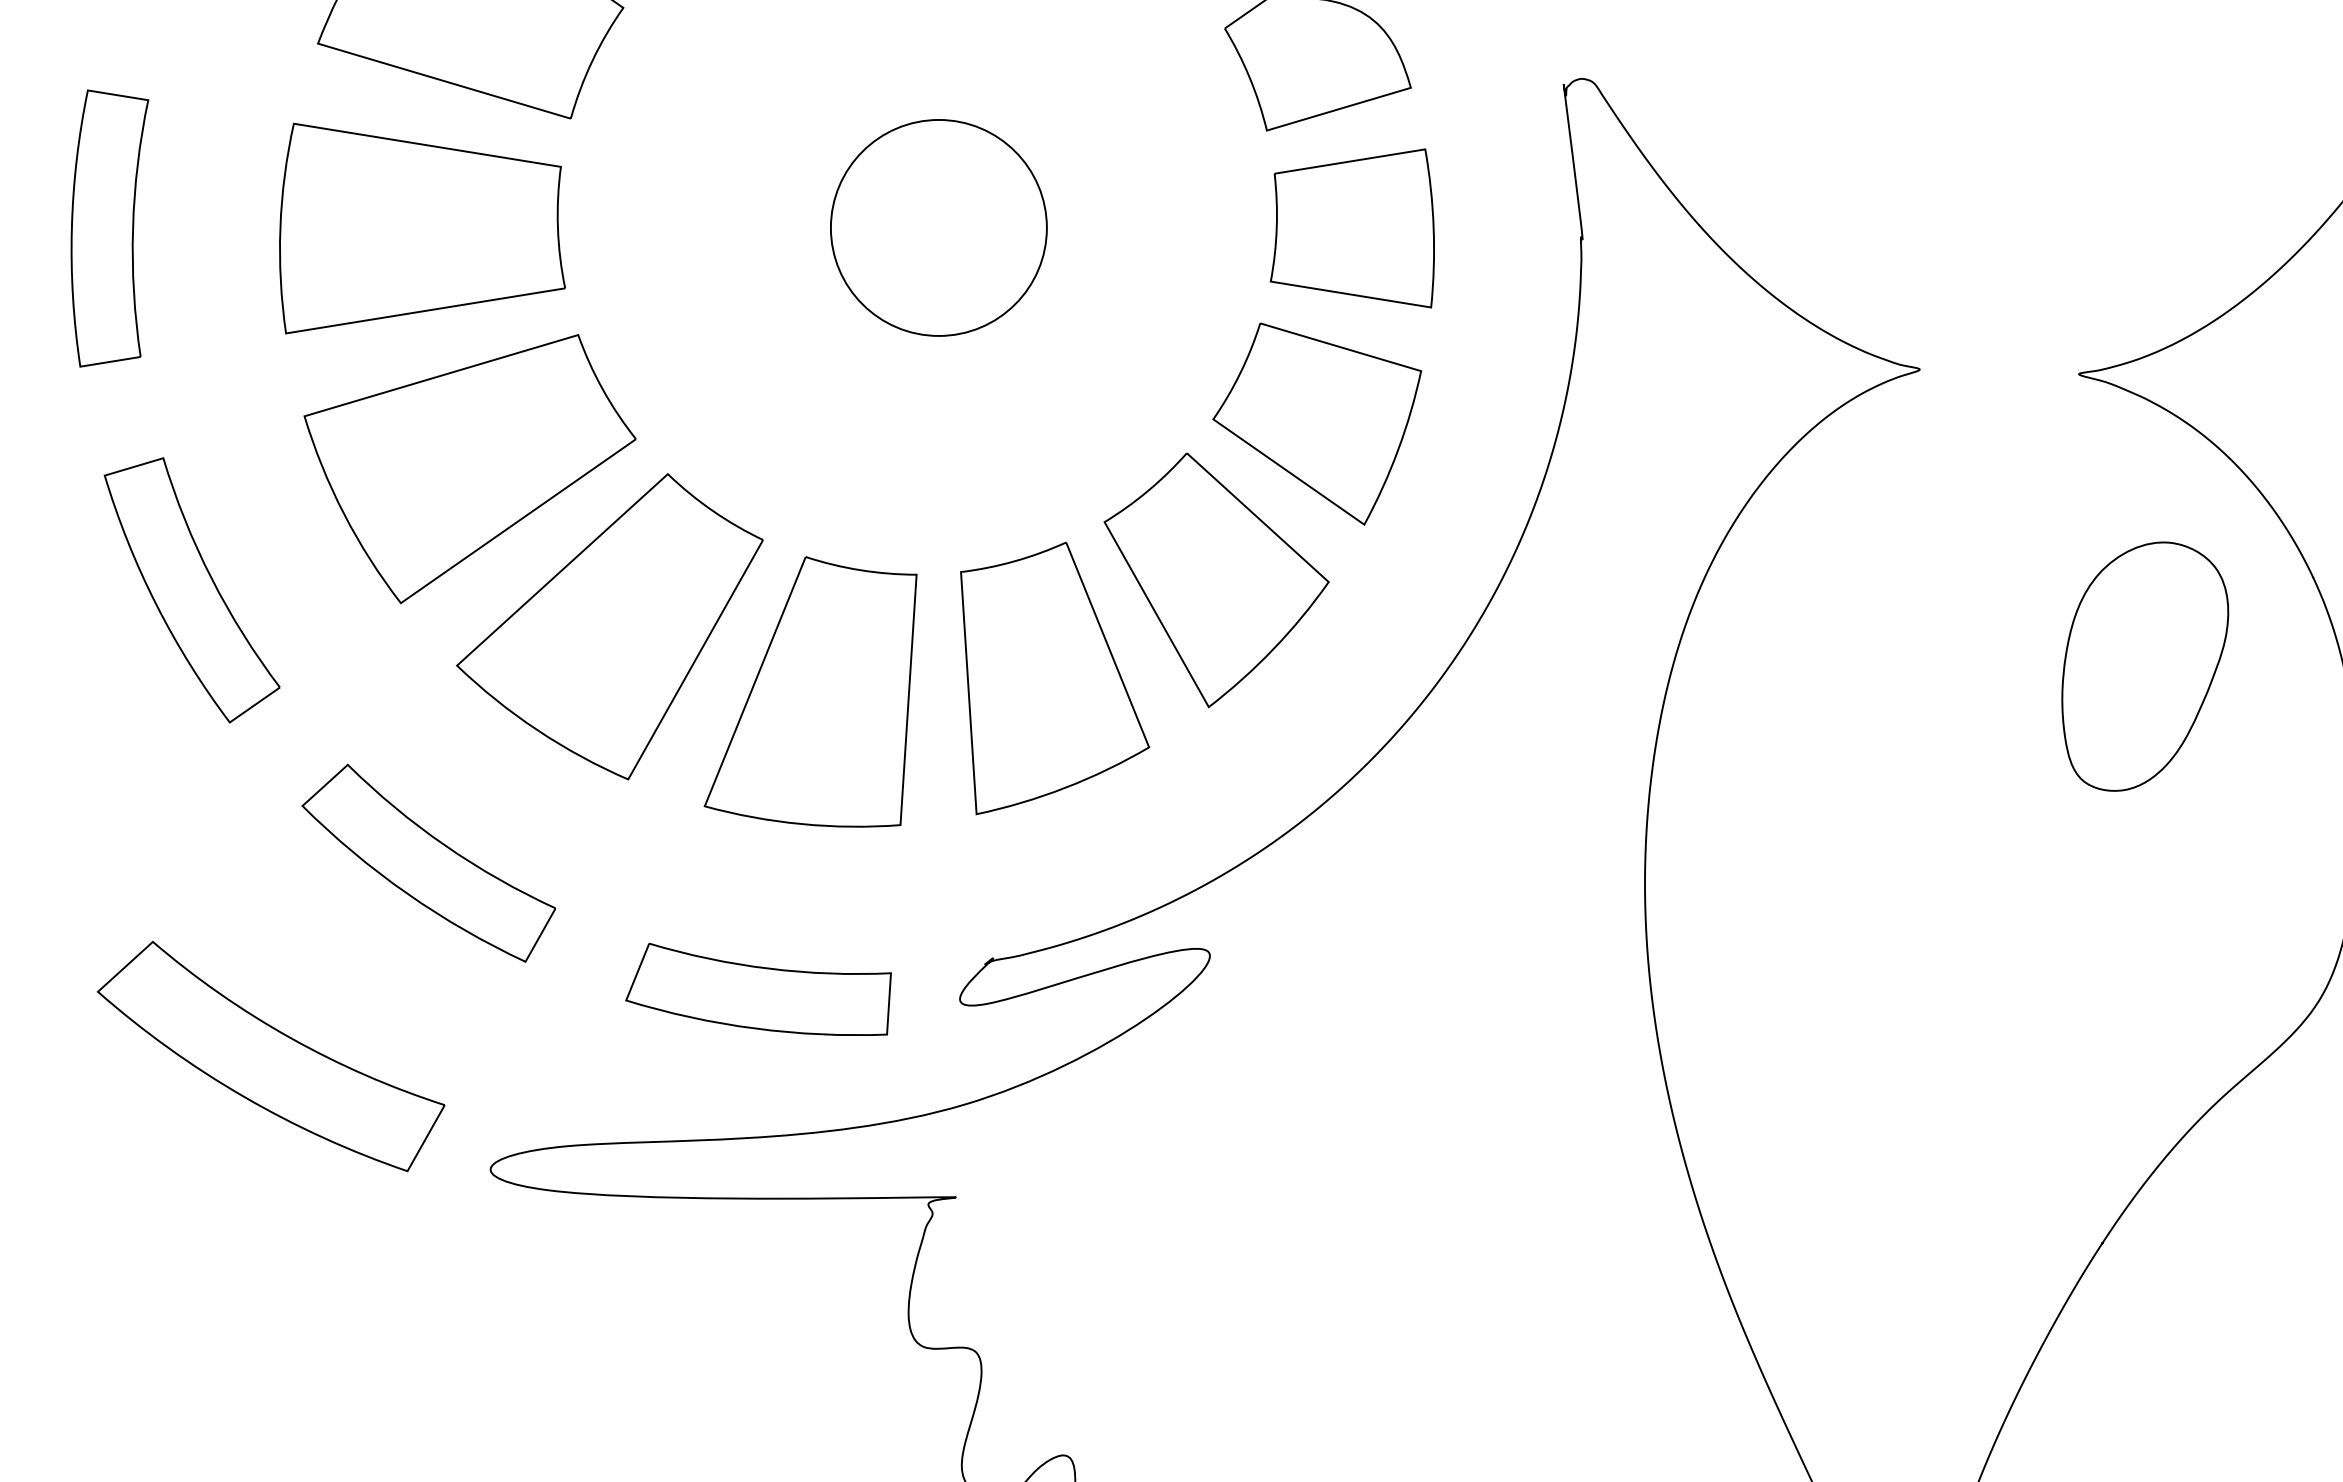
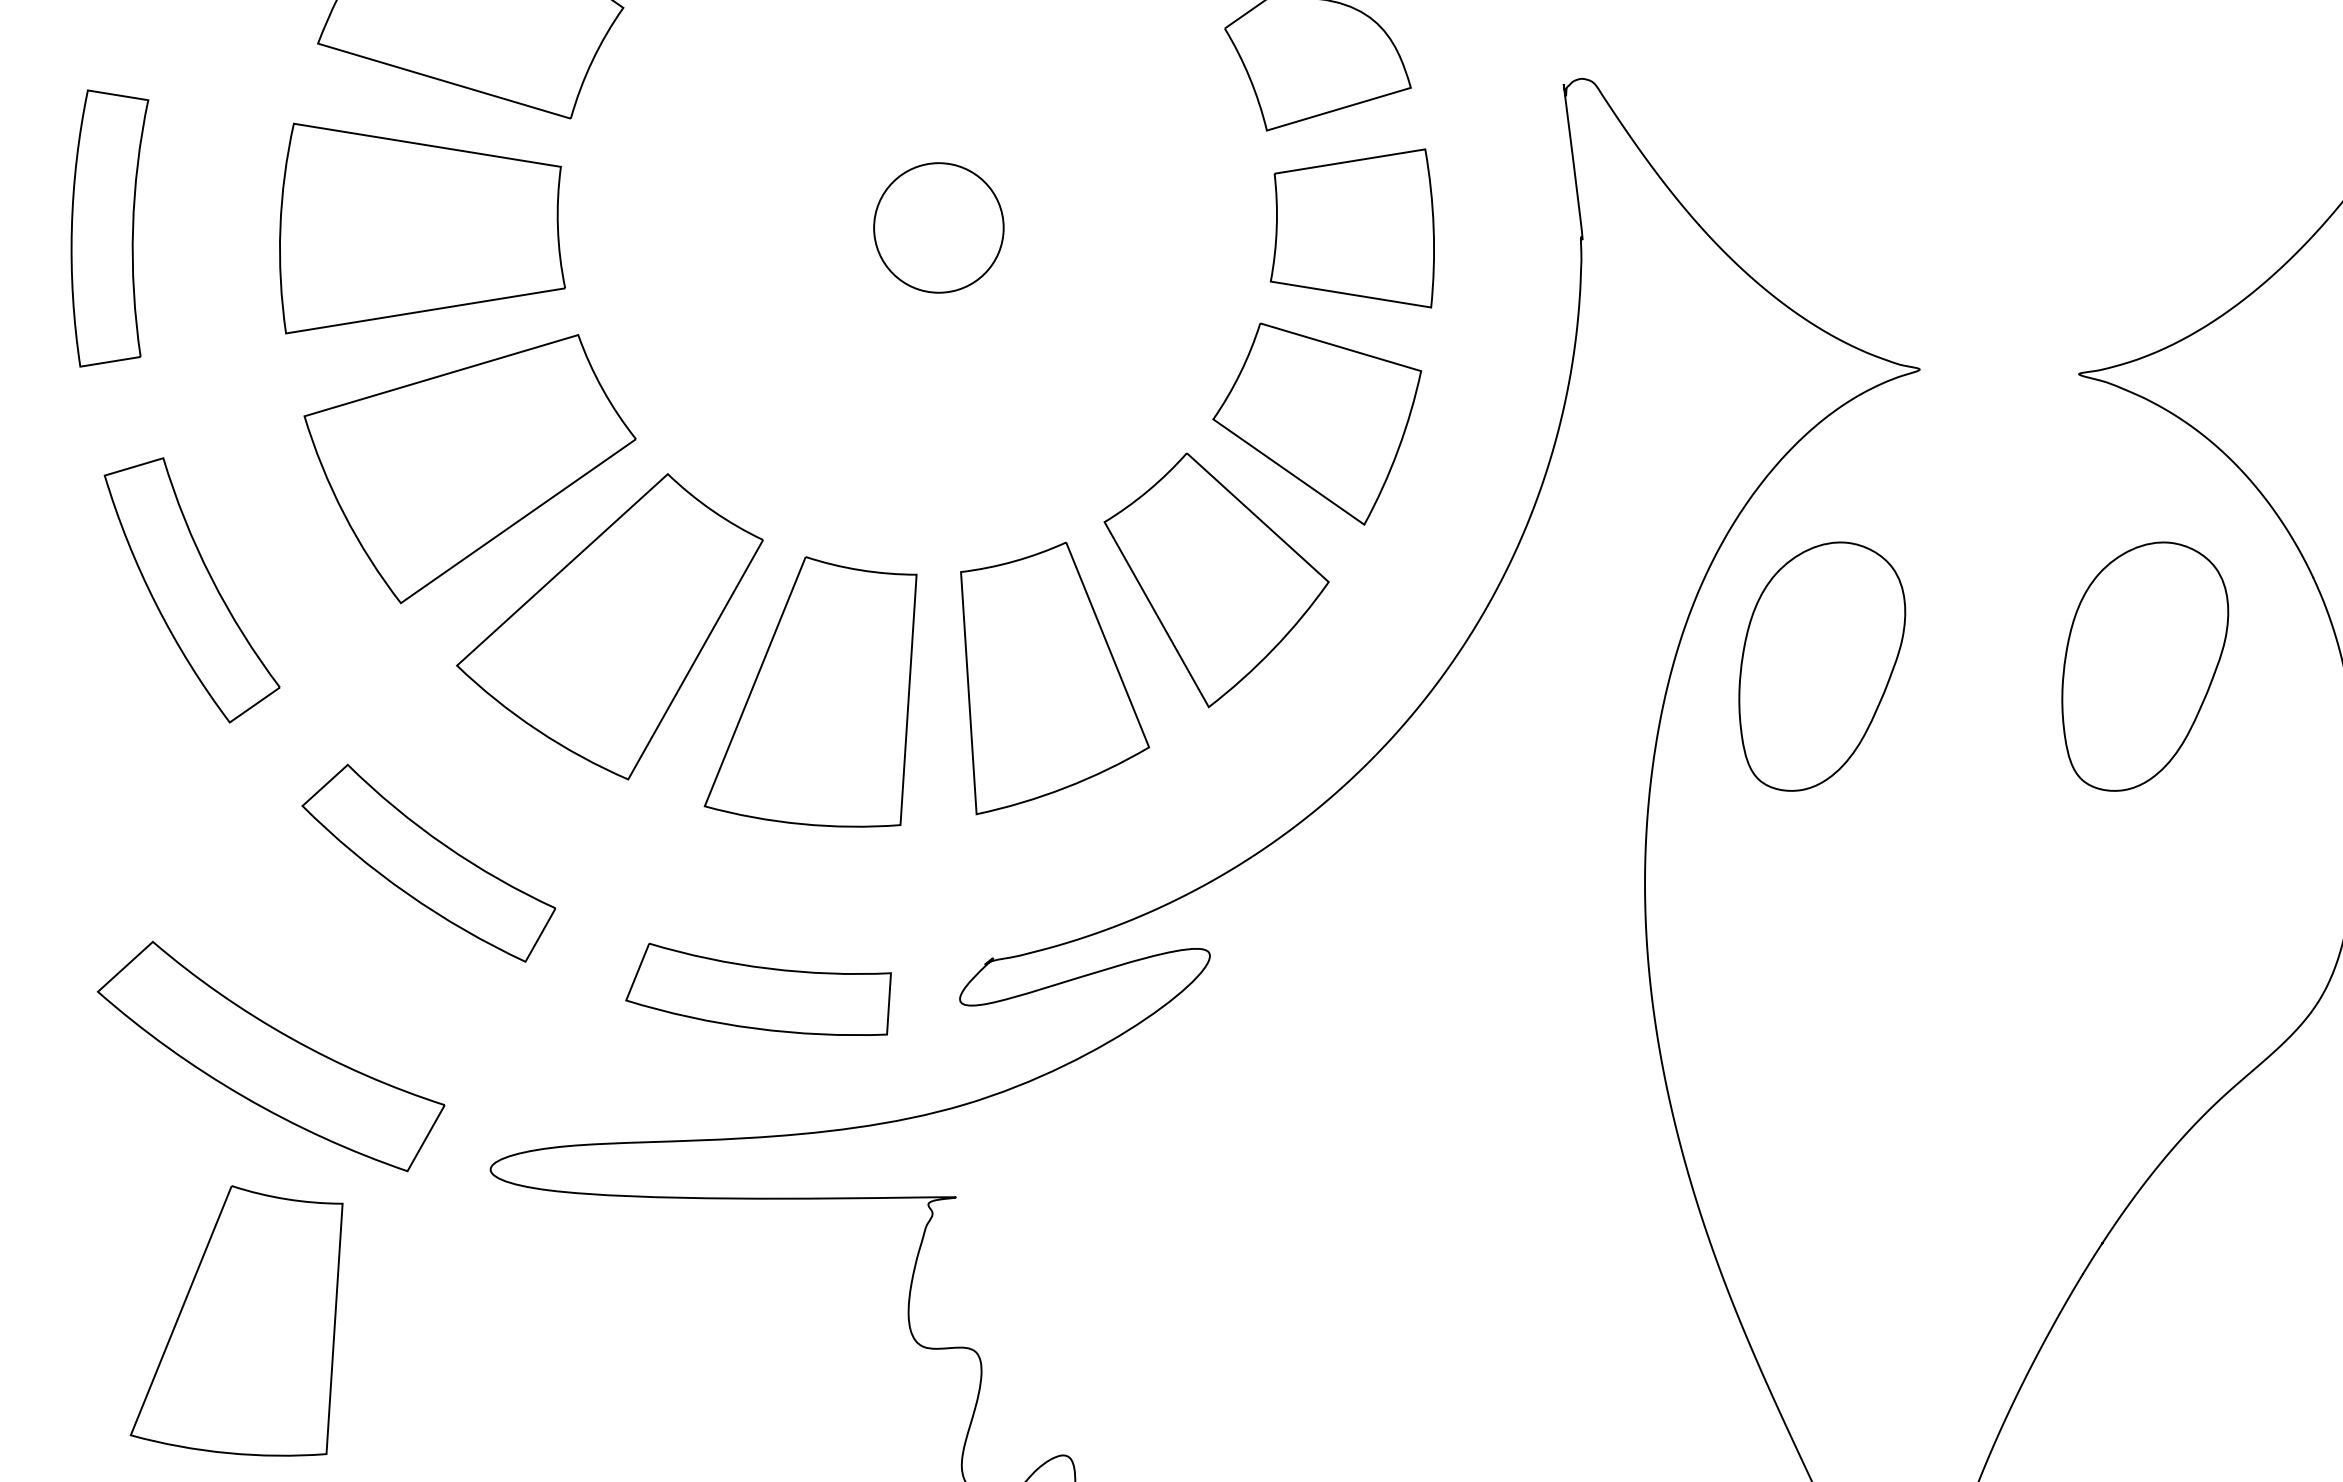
circle at (938, 227) diameter: 216 px -> 130 px
part at (1822, 666): none -> present
part at (236, 1320): none -> present
